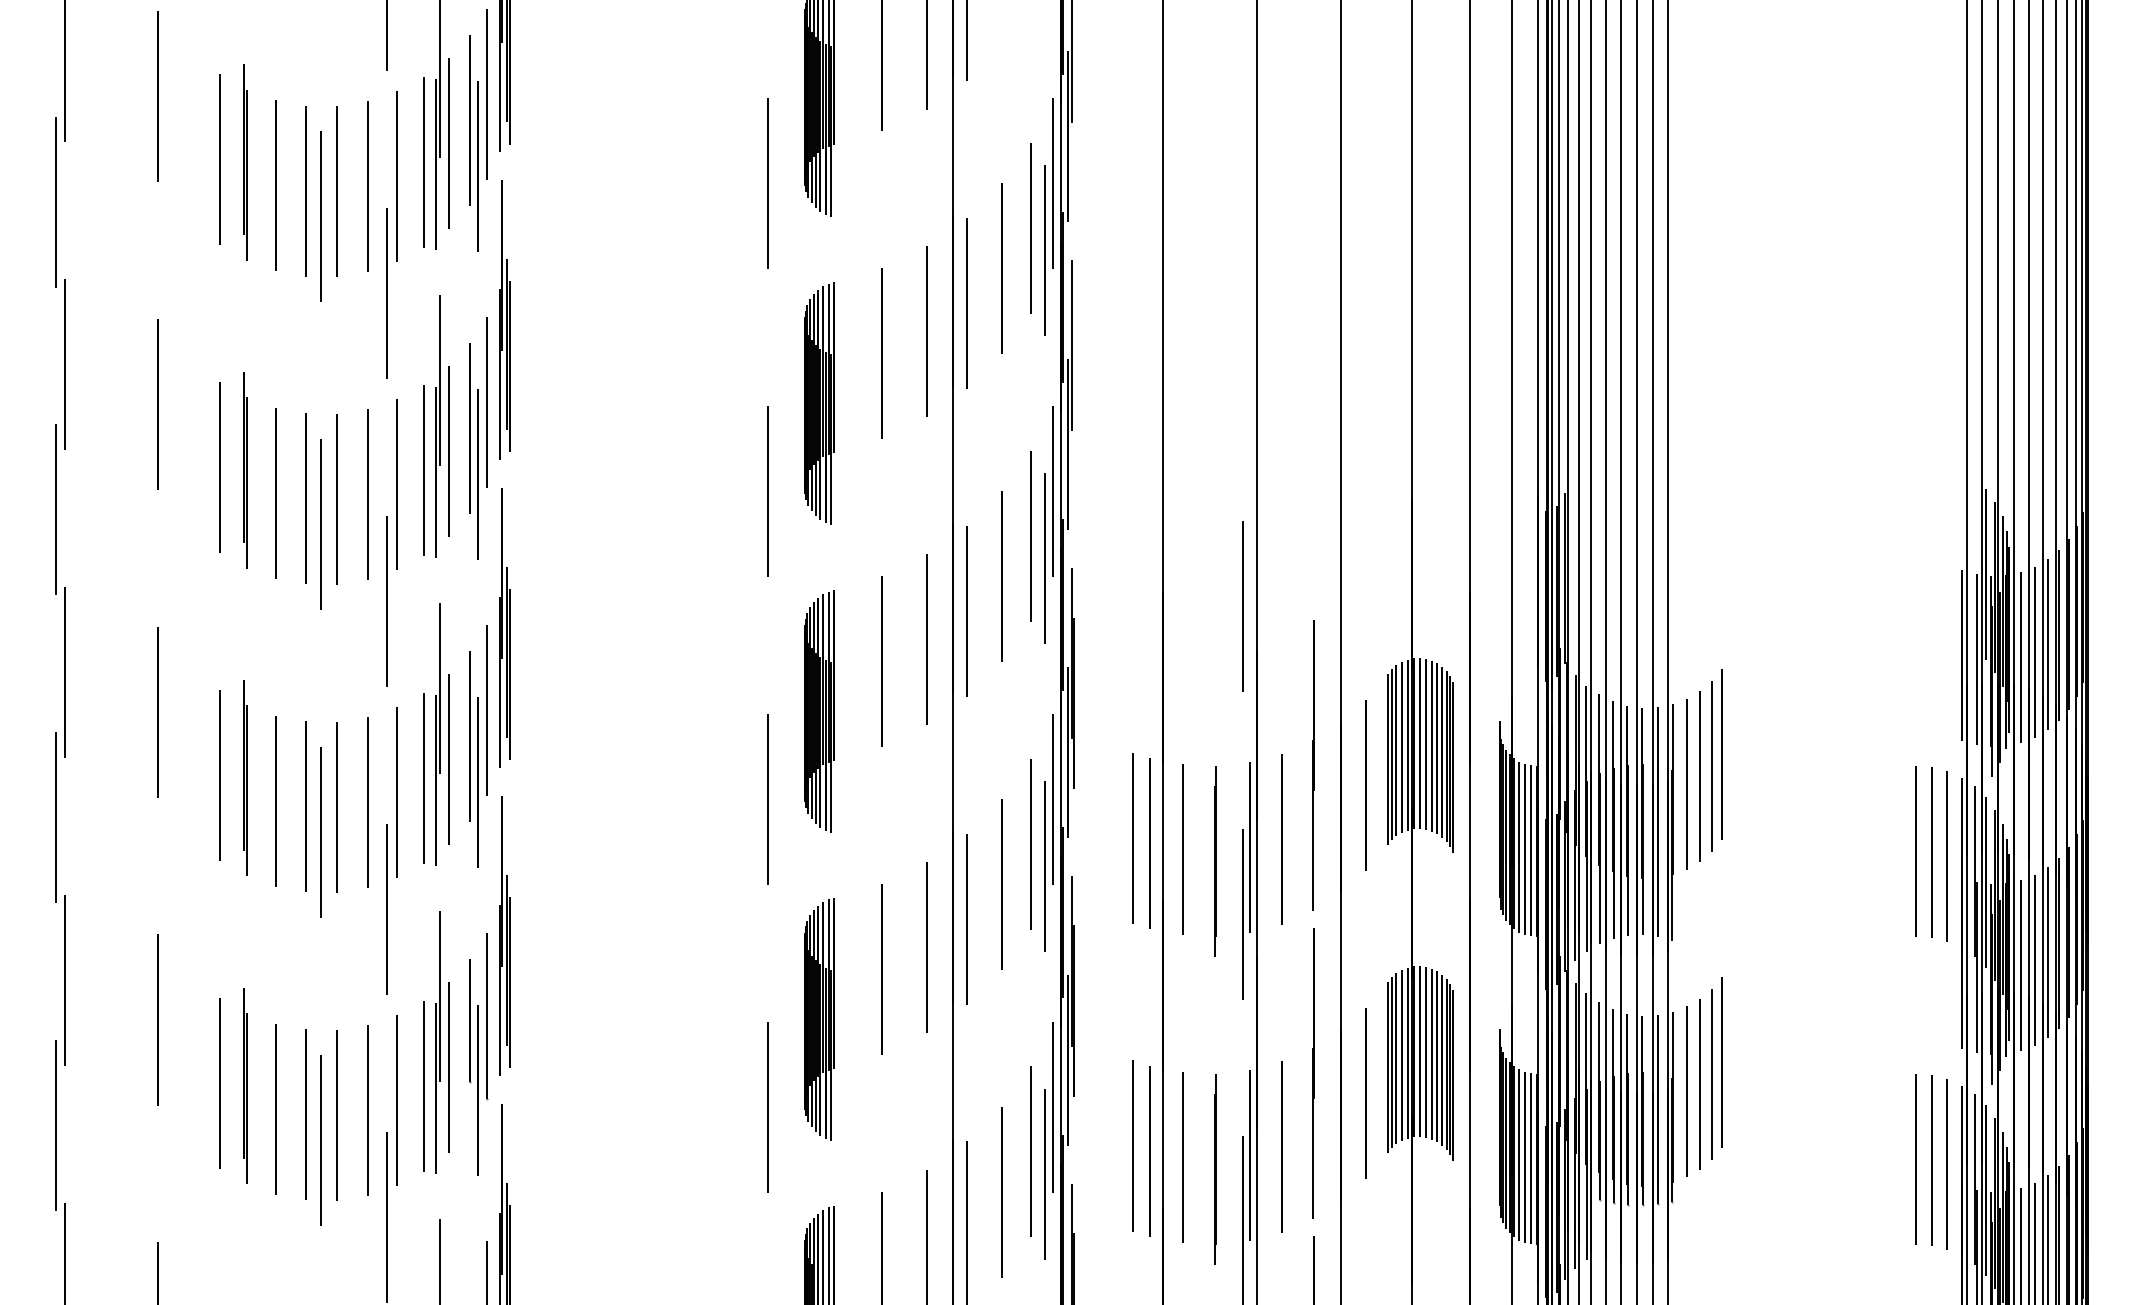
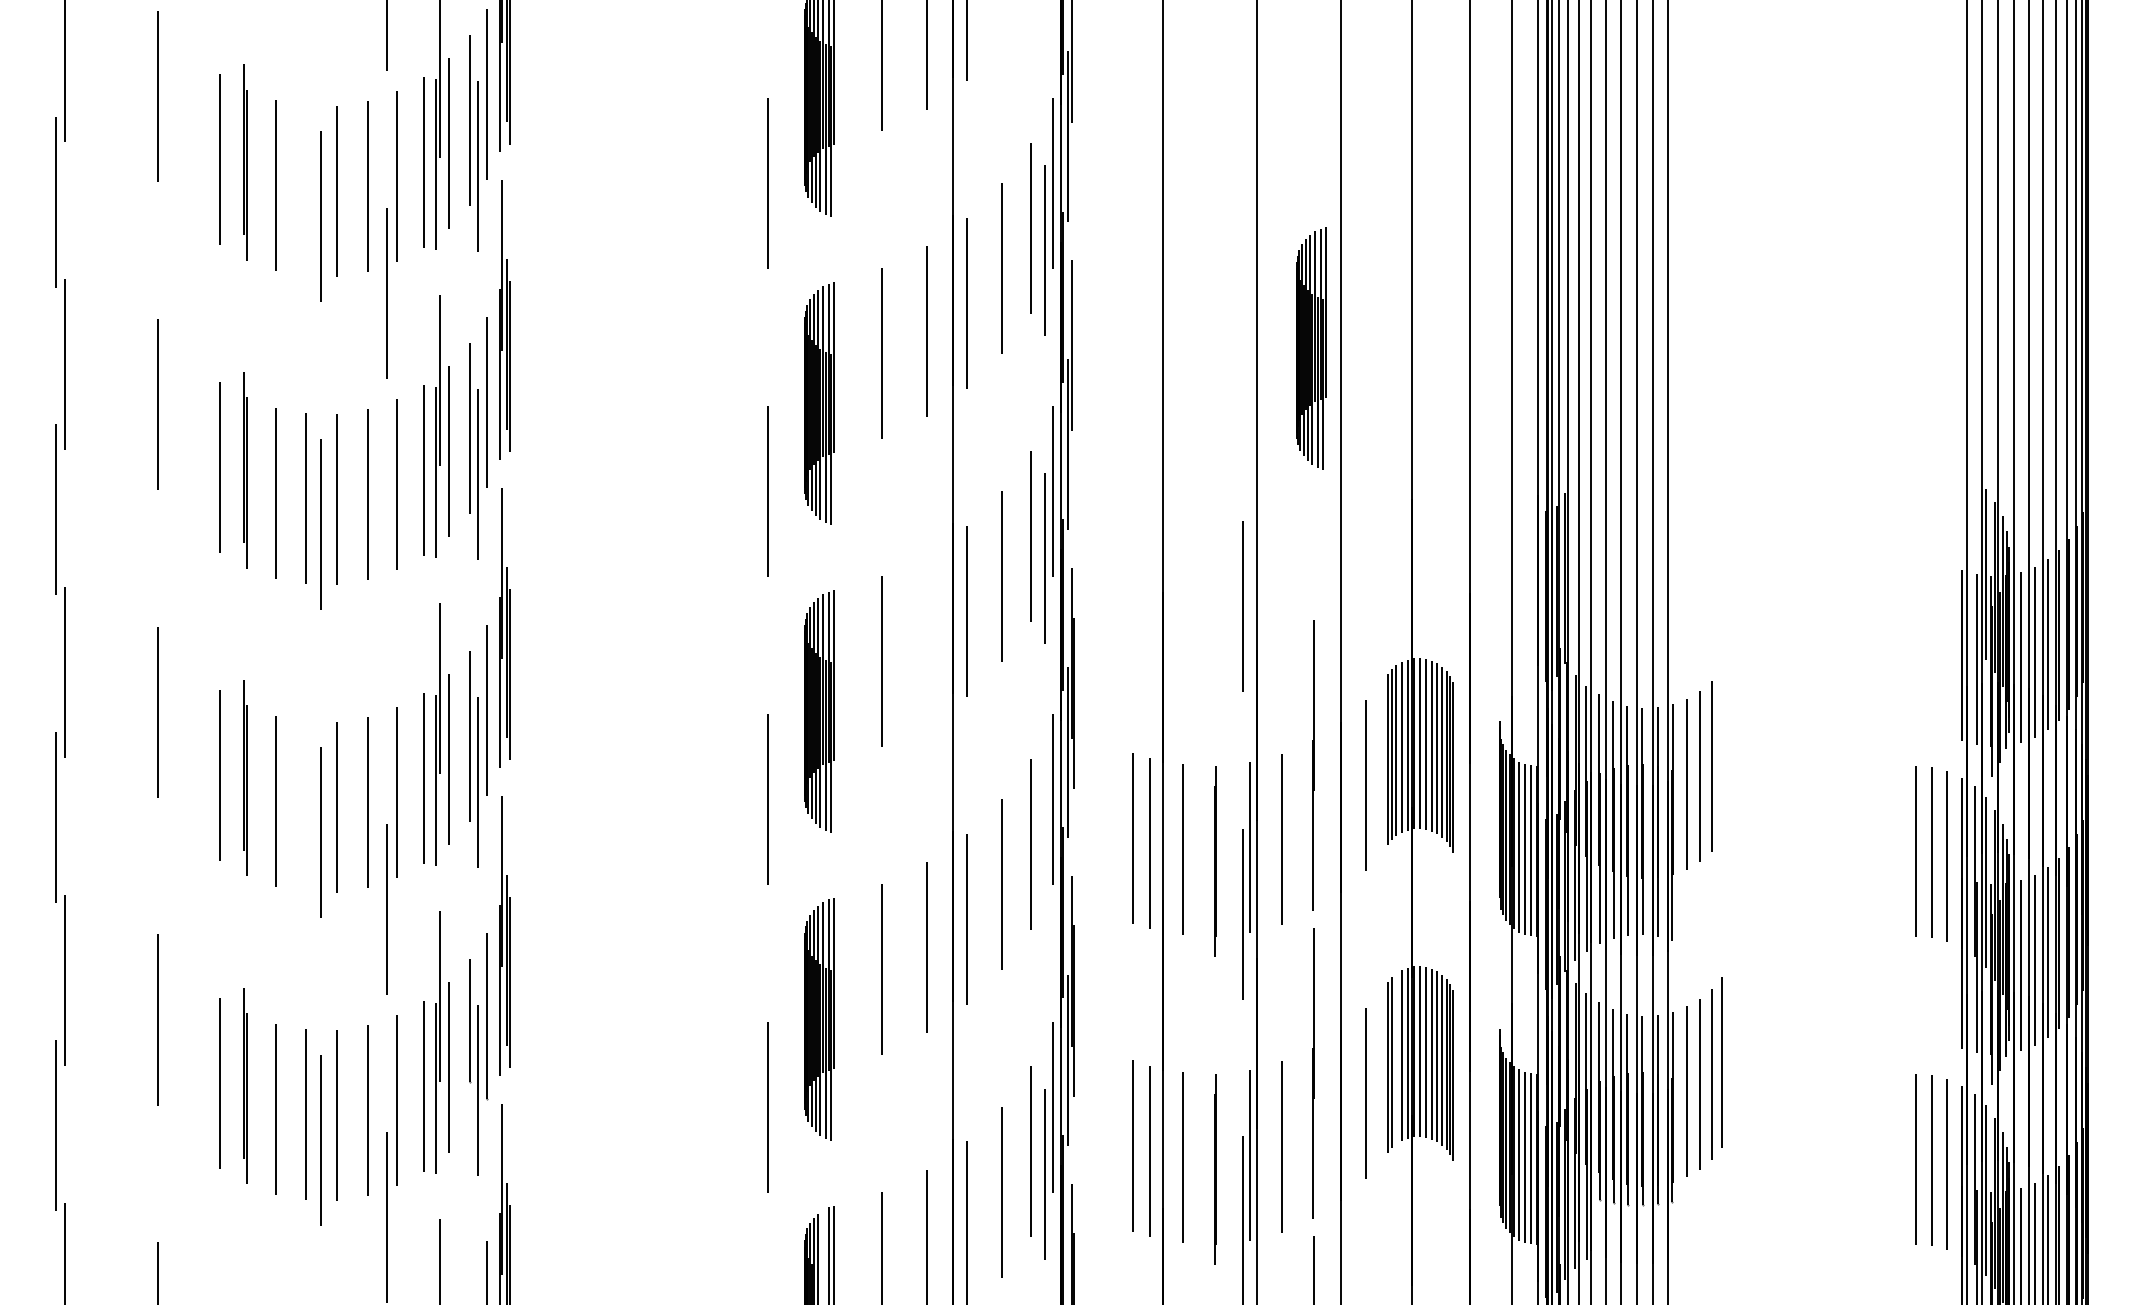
line at (306, 190): present -> none
part at (1311, 348): none -> present
line at (386, 601): present -> none
line at (926, 639): present -> none
line at (1722, 754): present -> none
line at (306, 806): present -> none
line at (1044, 866): present -> none
line at (1396, 1058): present -> none
line at (822, 1255): present -> none
